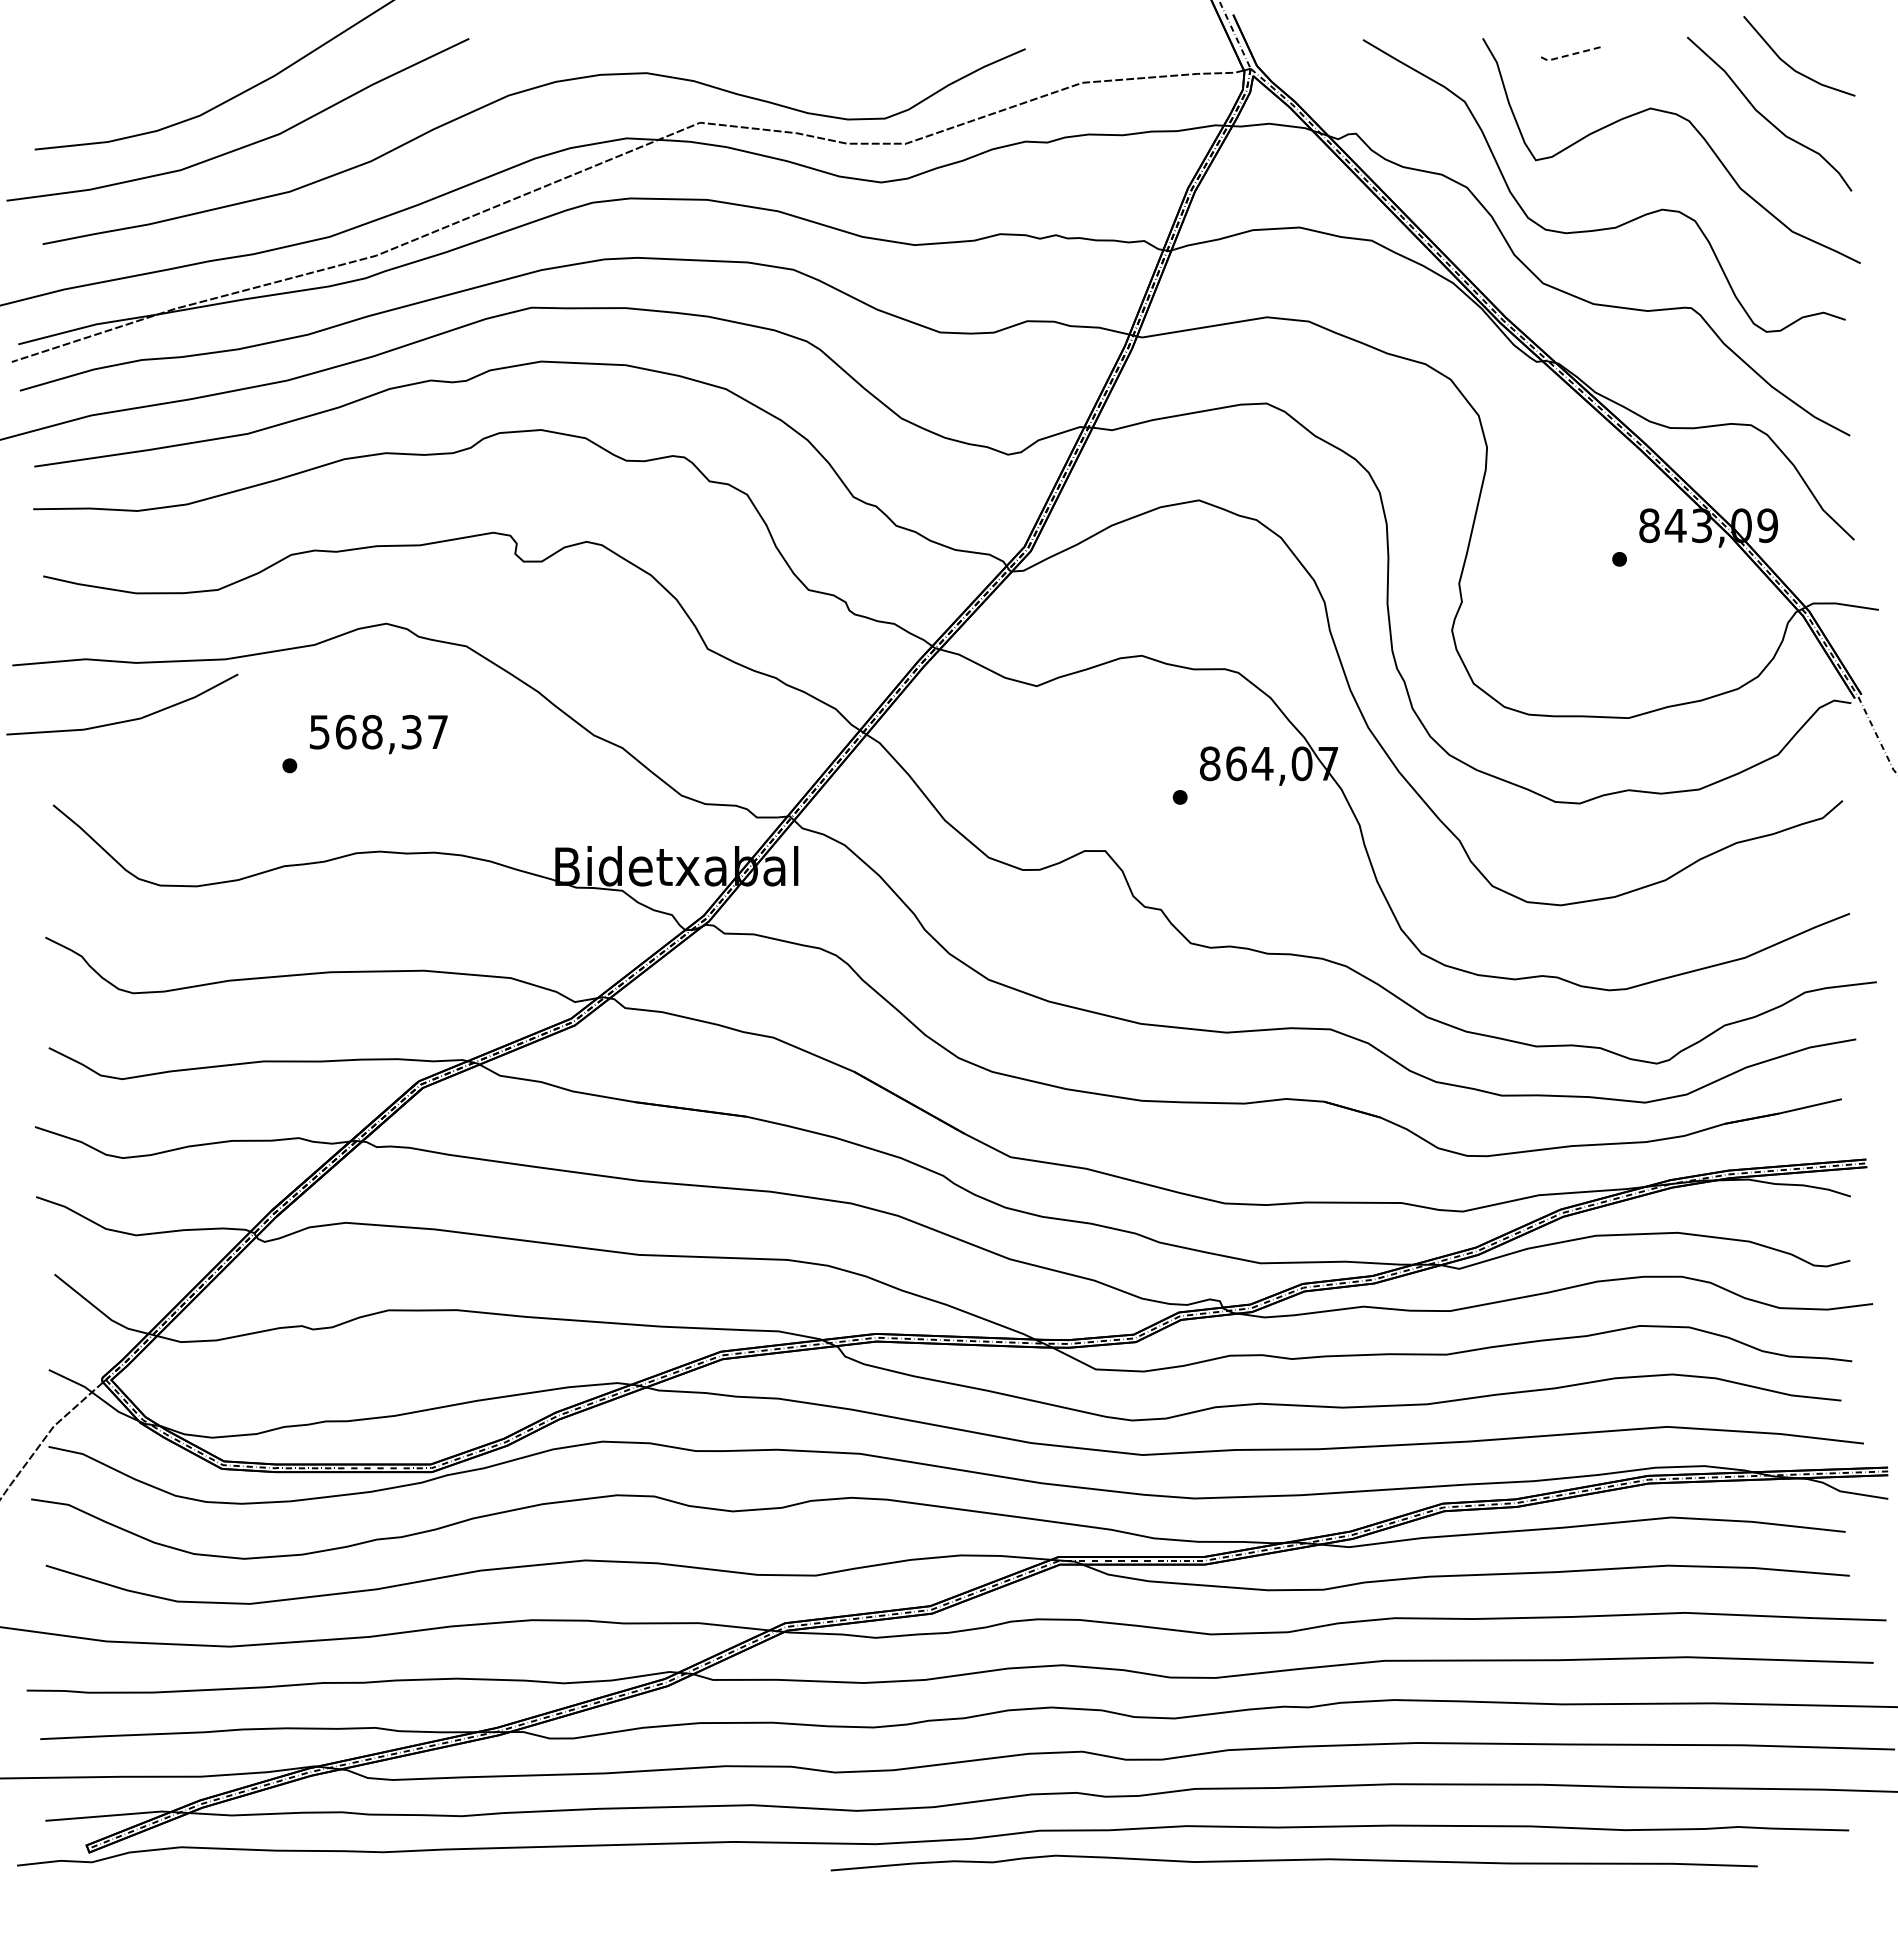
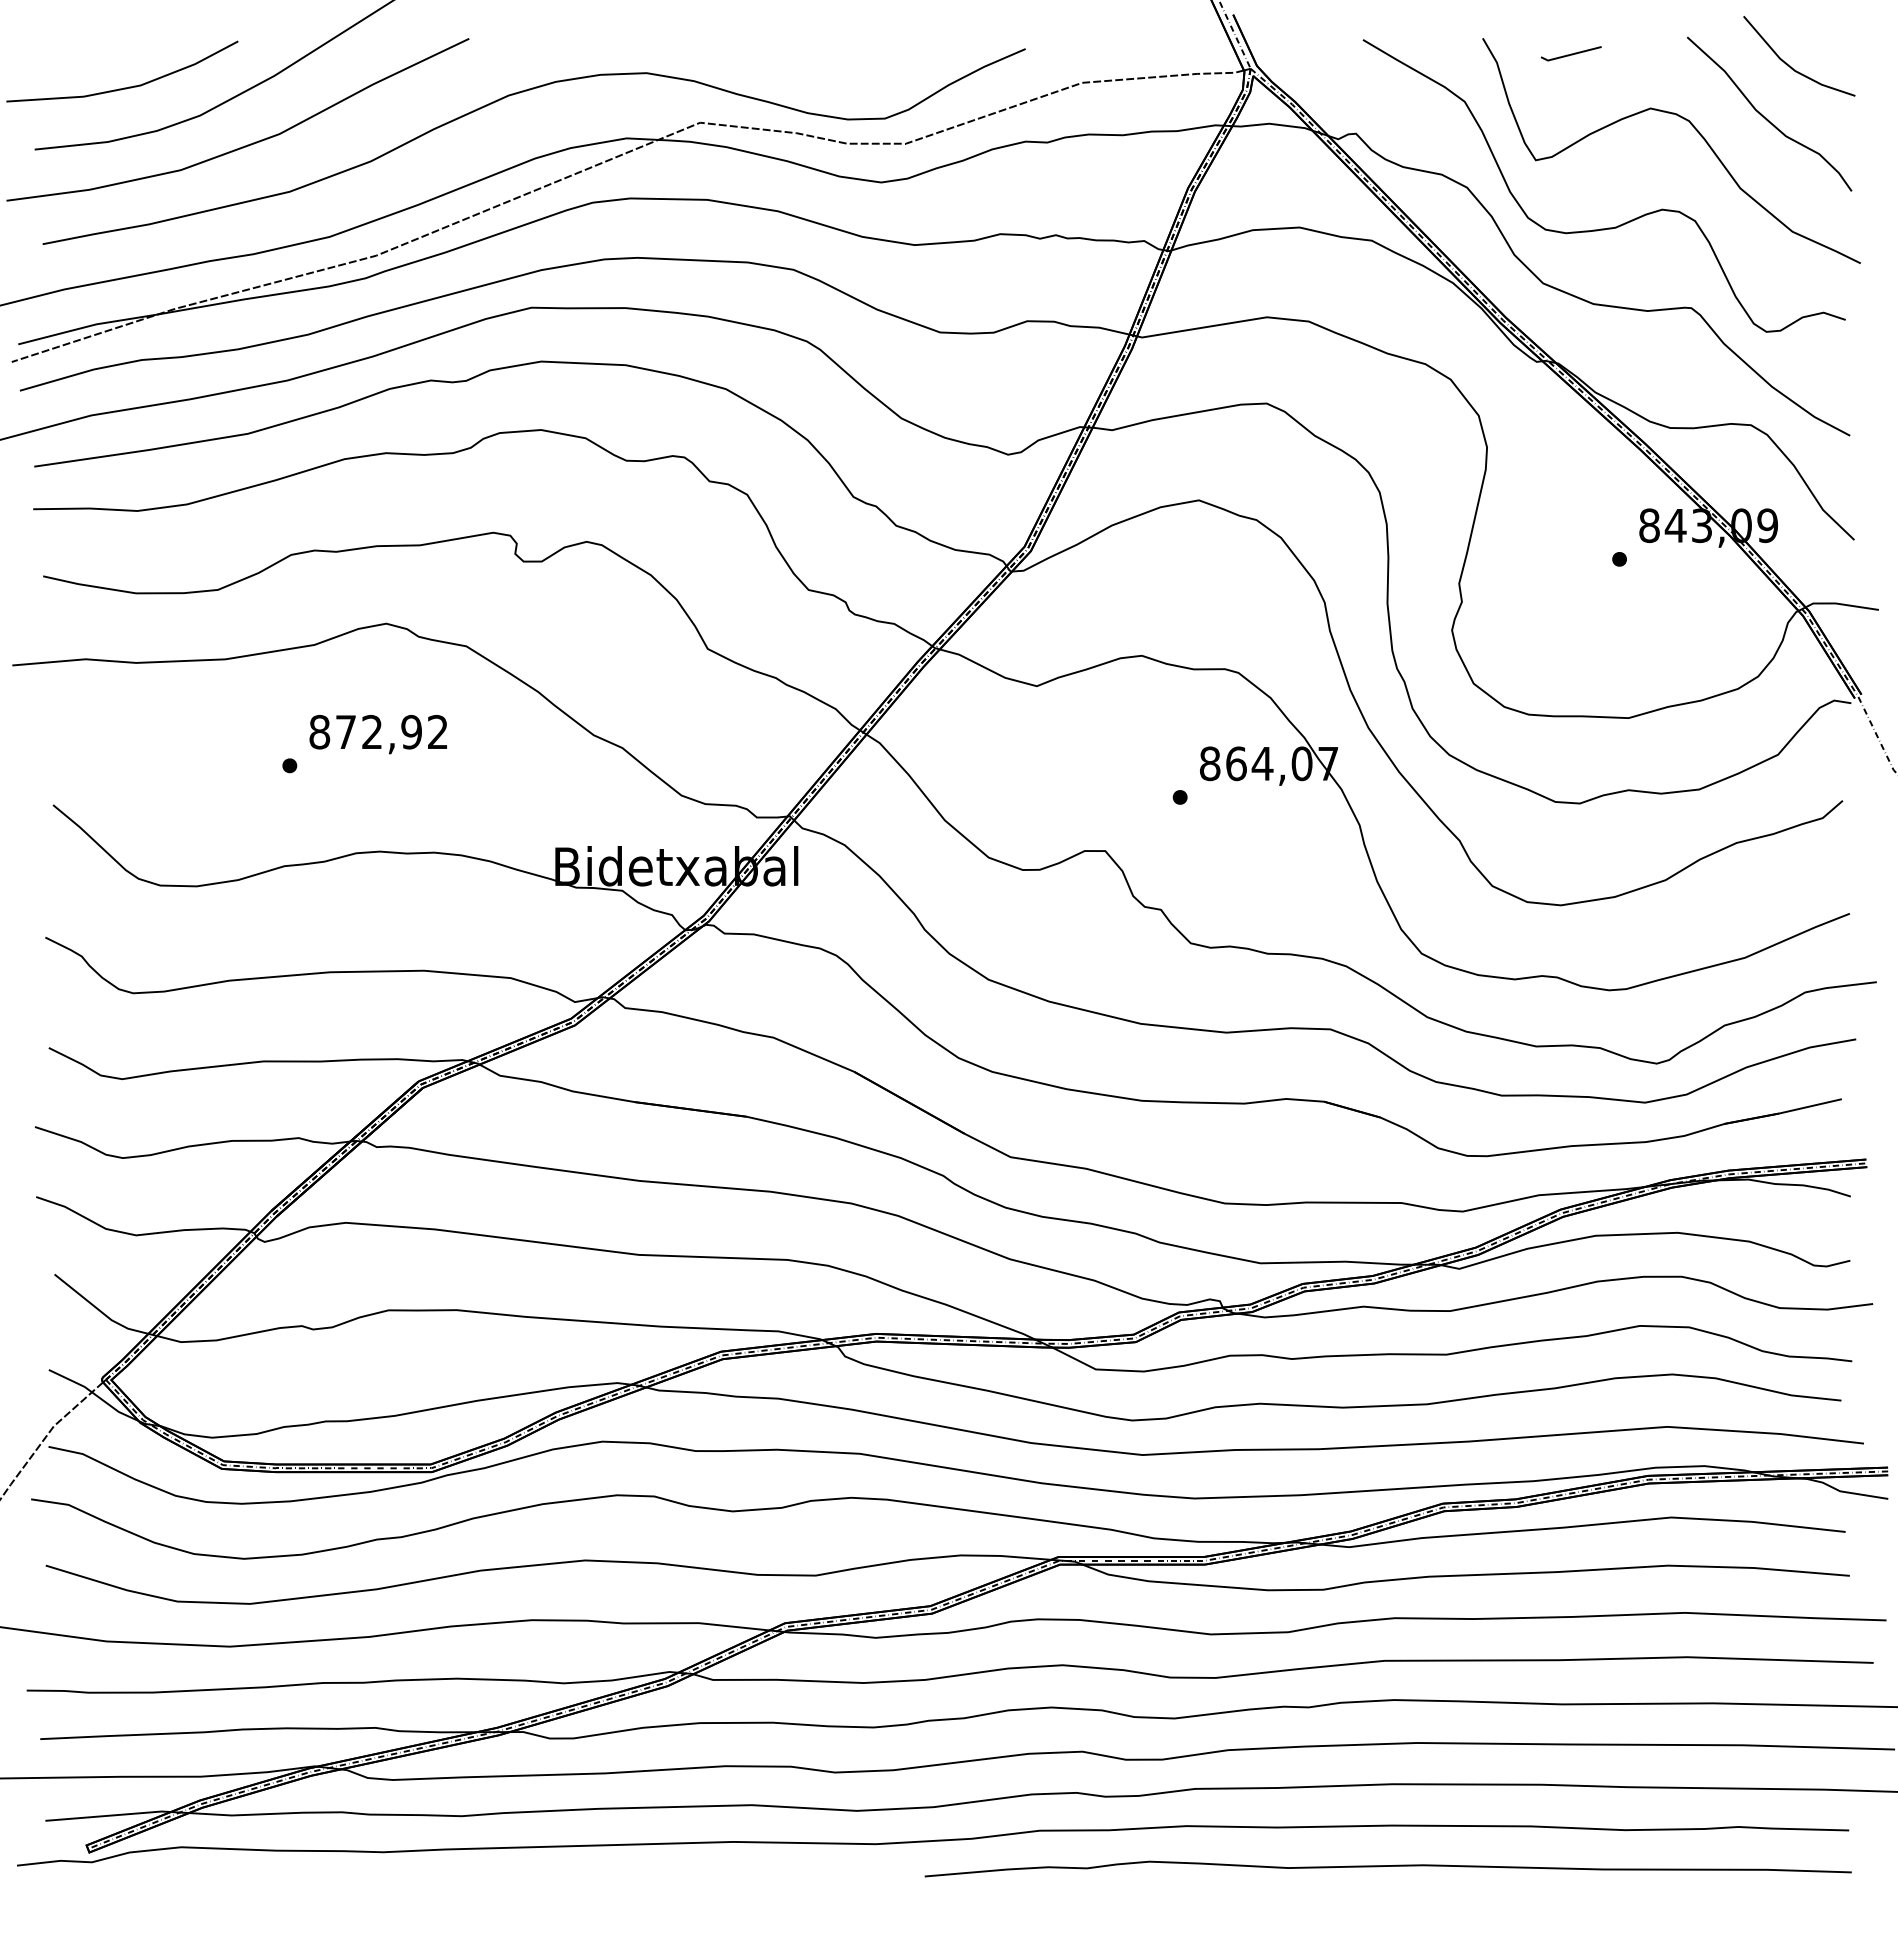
line at (1571, 54): dashed -> solid
line at (124, 720) position: (124, 720) -> (124, 87)
text at (378, 731): 568,37 -> 872,92
curve at (1293, 1860) position: (1293, 1860) -> (1387, 1866)
